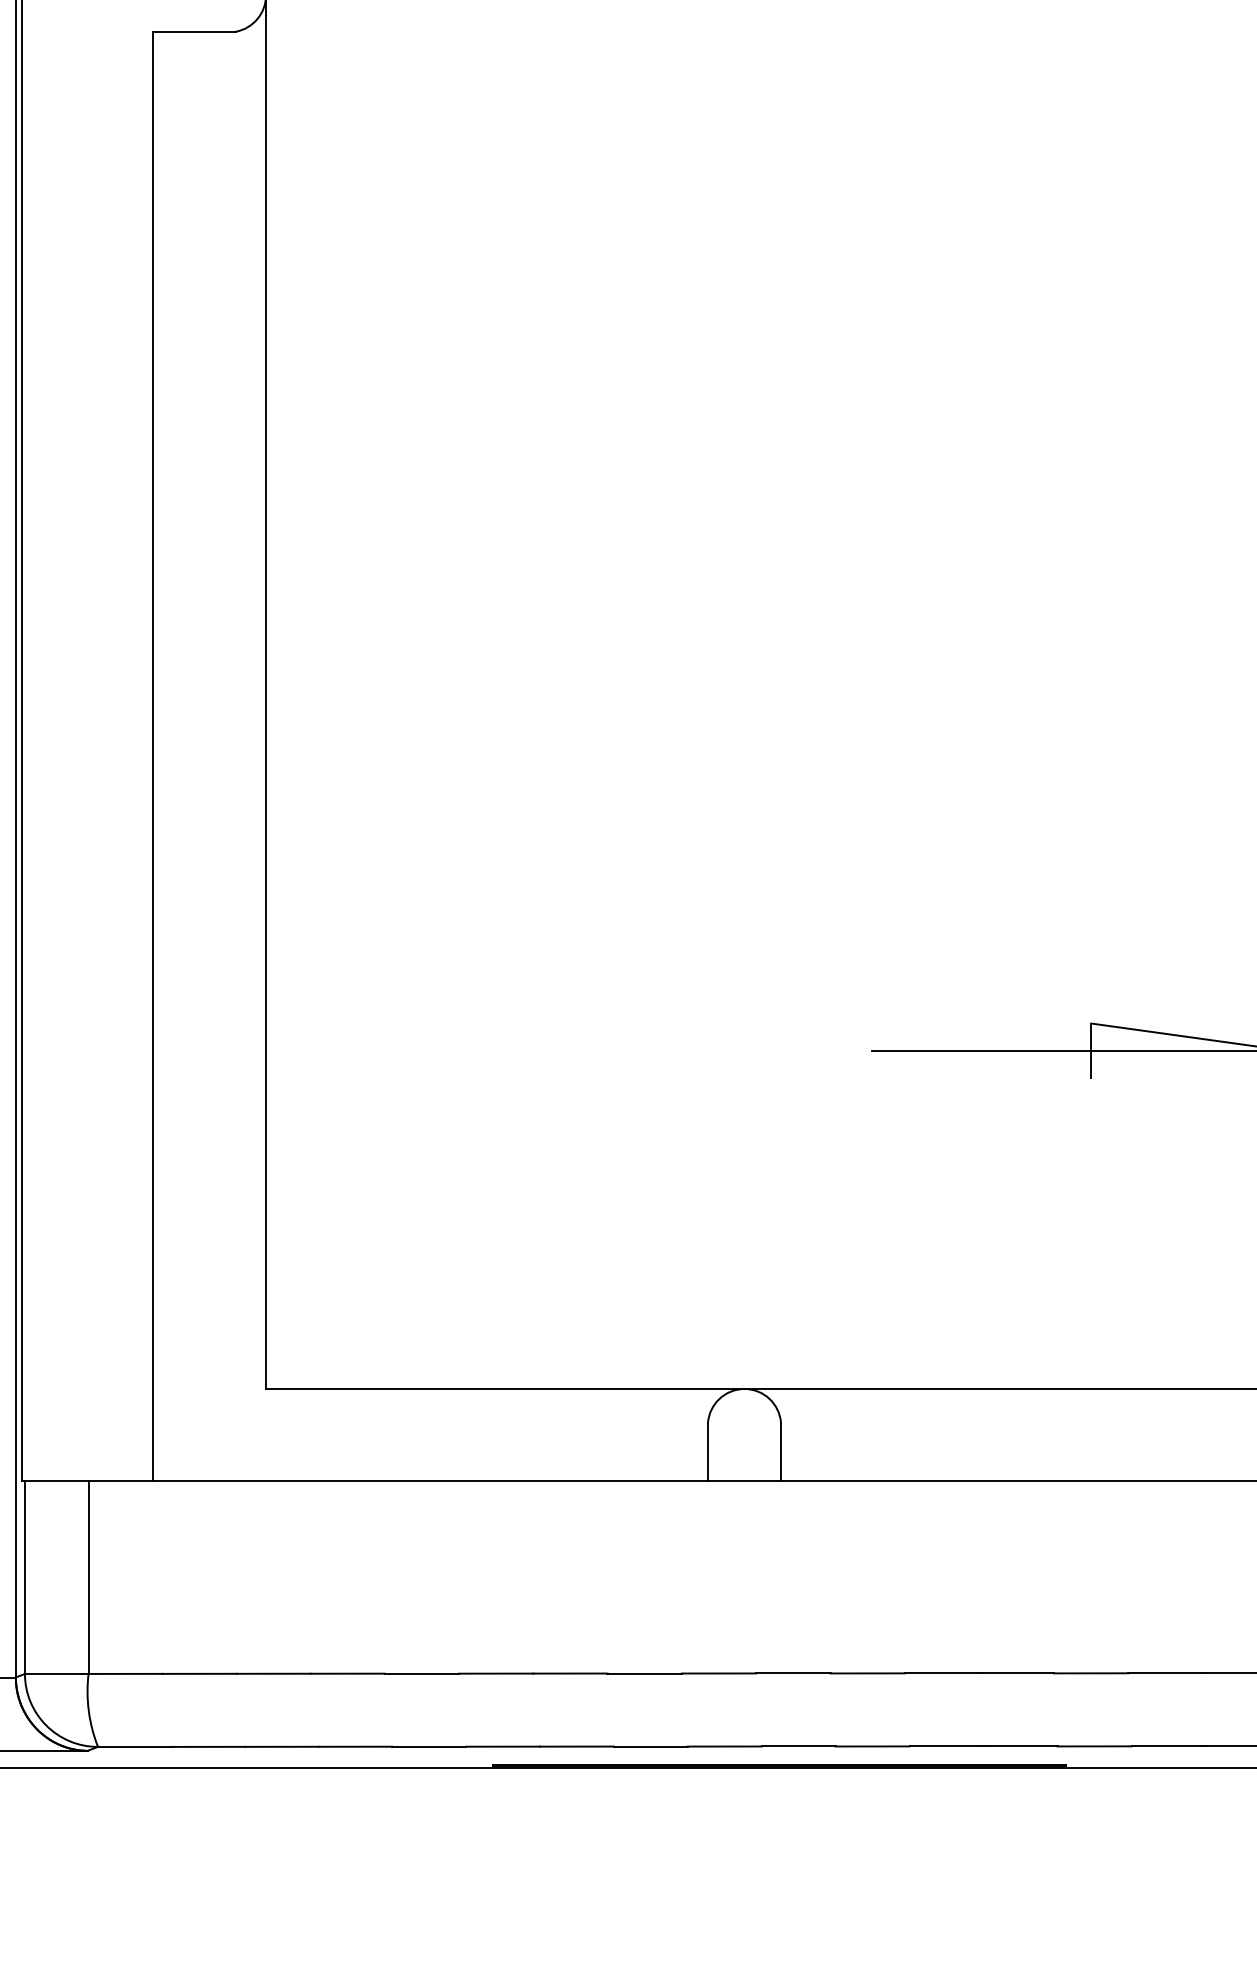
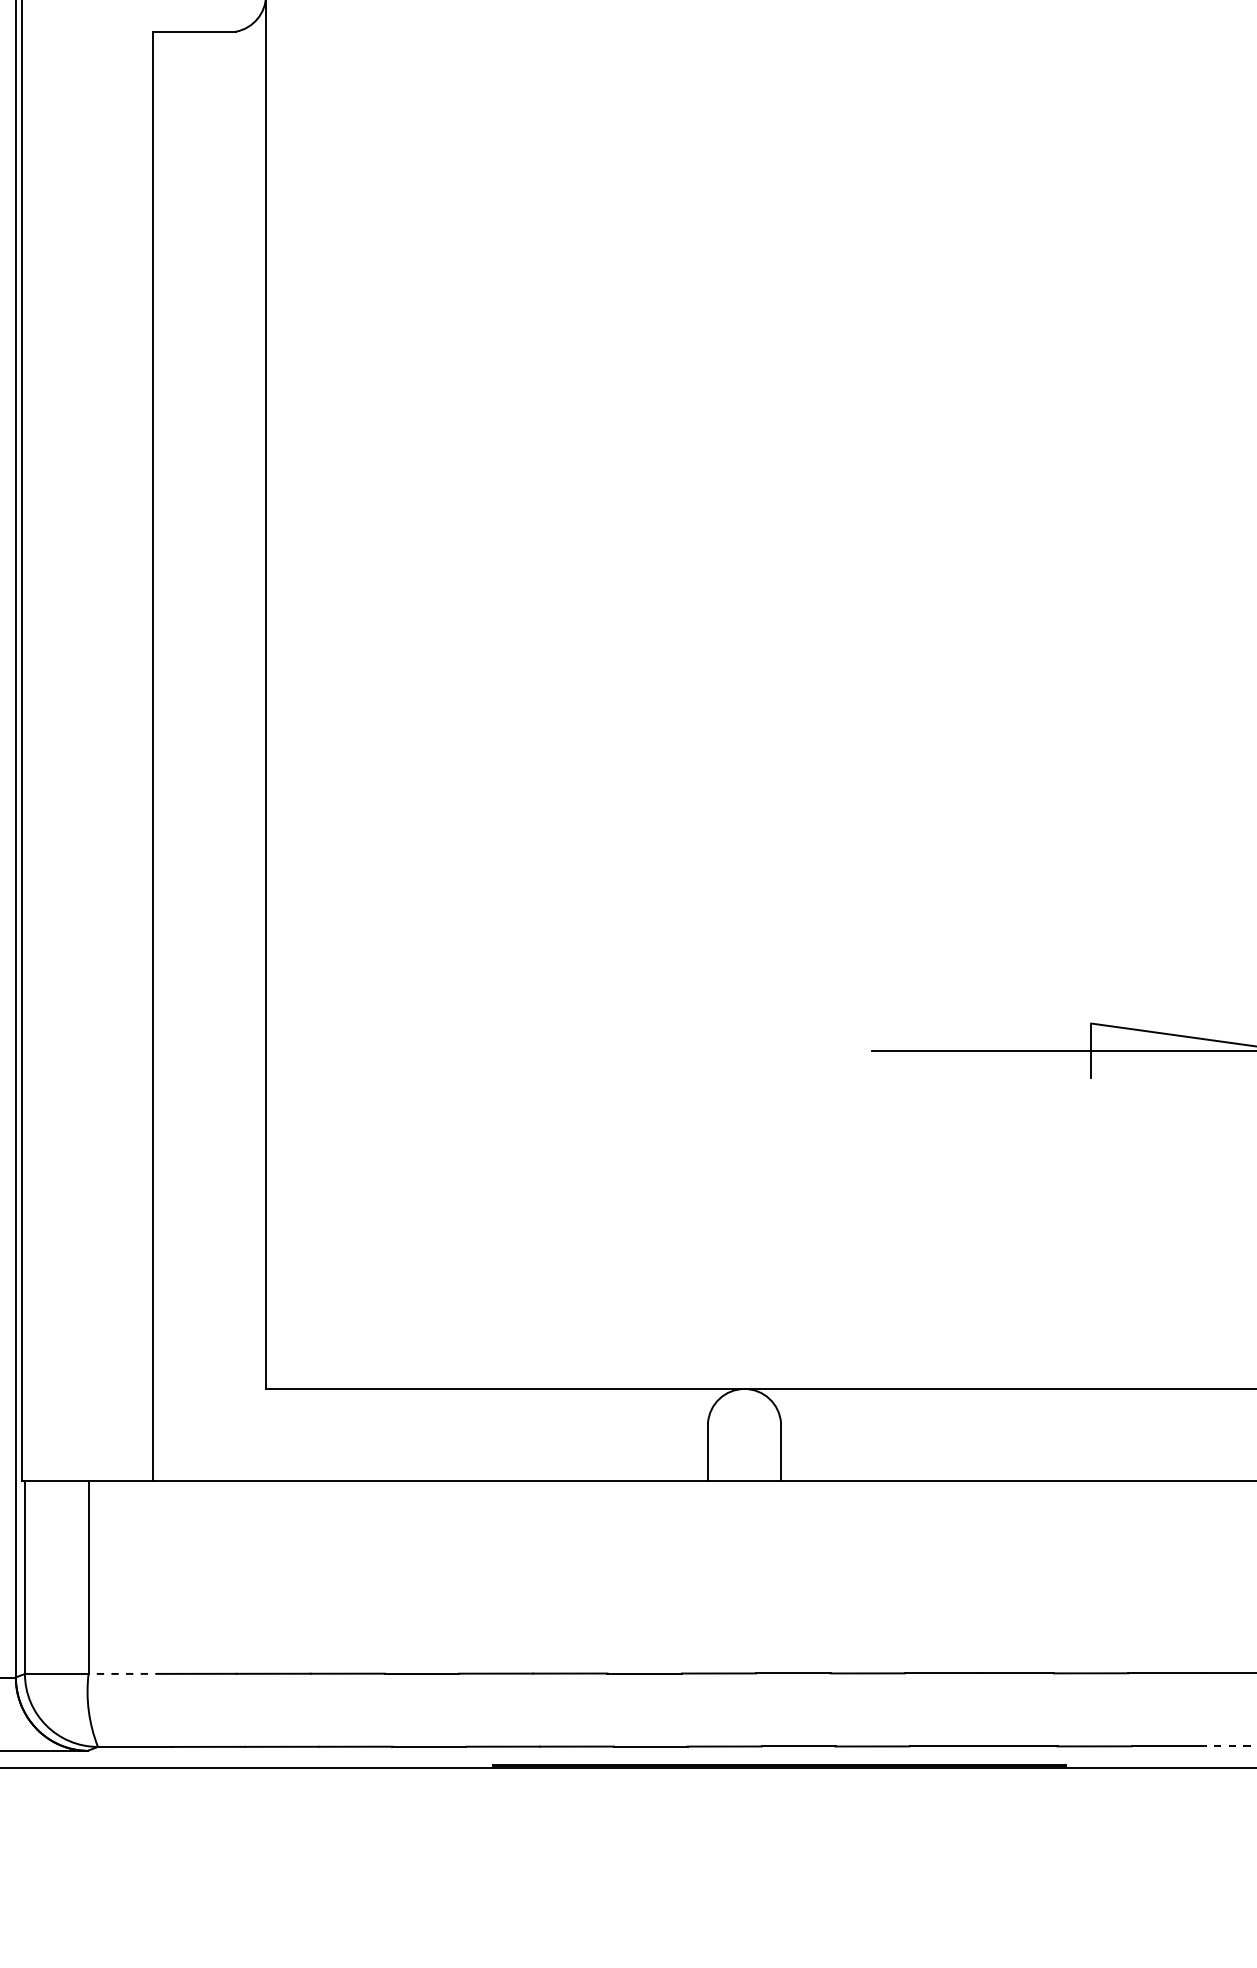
line at (125, 1673): solid -> dashed
line at (1230, 1746): solid -> dashed
